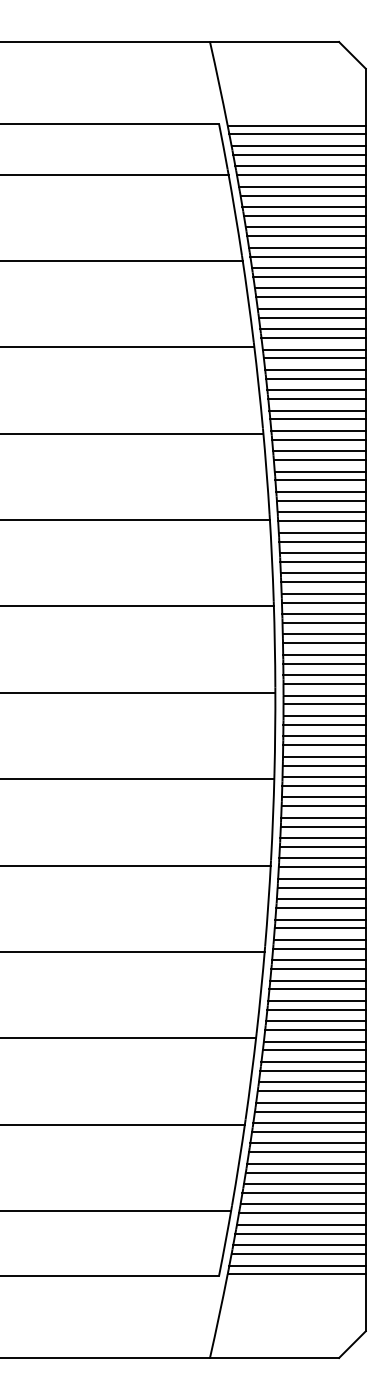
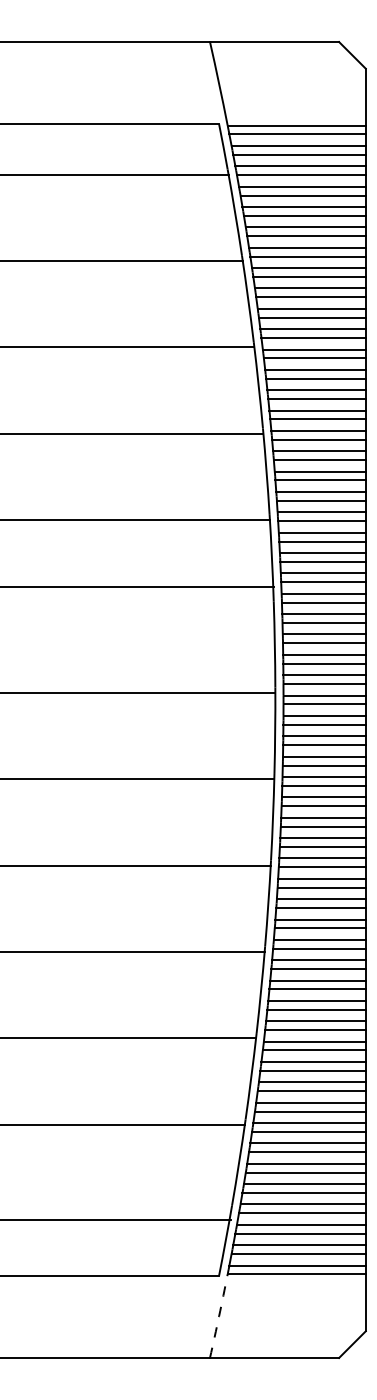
line at (137, 606) position: (137, 606) -> (137, 587)
line at (116, 1210) position: (116, 1210) -> (116, 1219)
arc at (219, 1316): solid -> dashed
